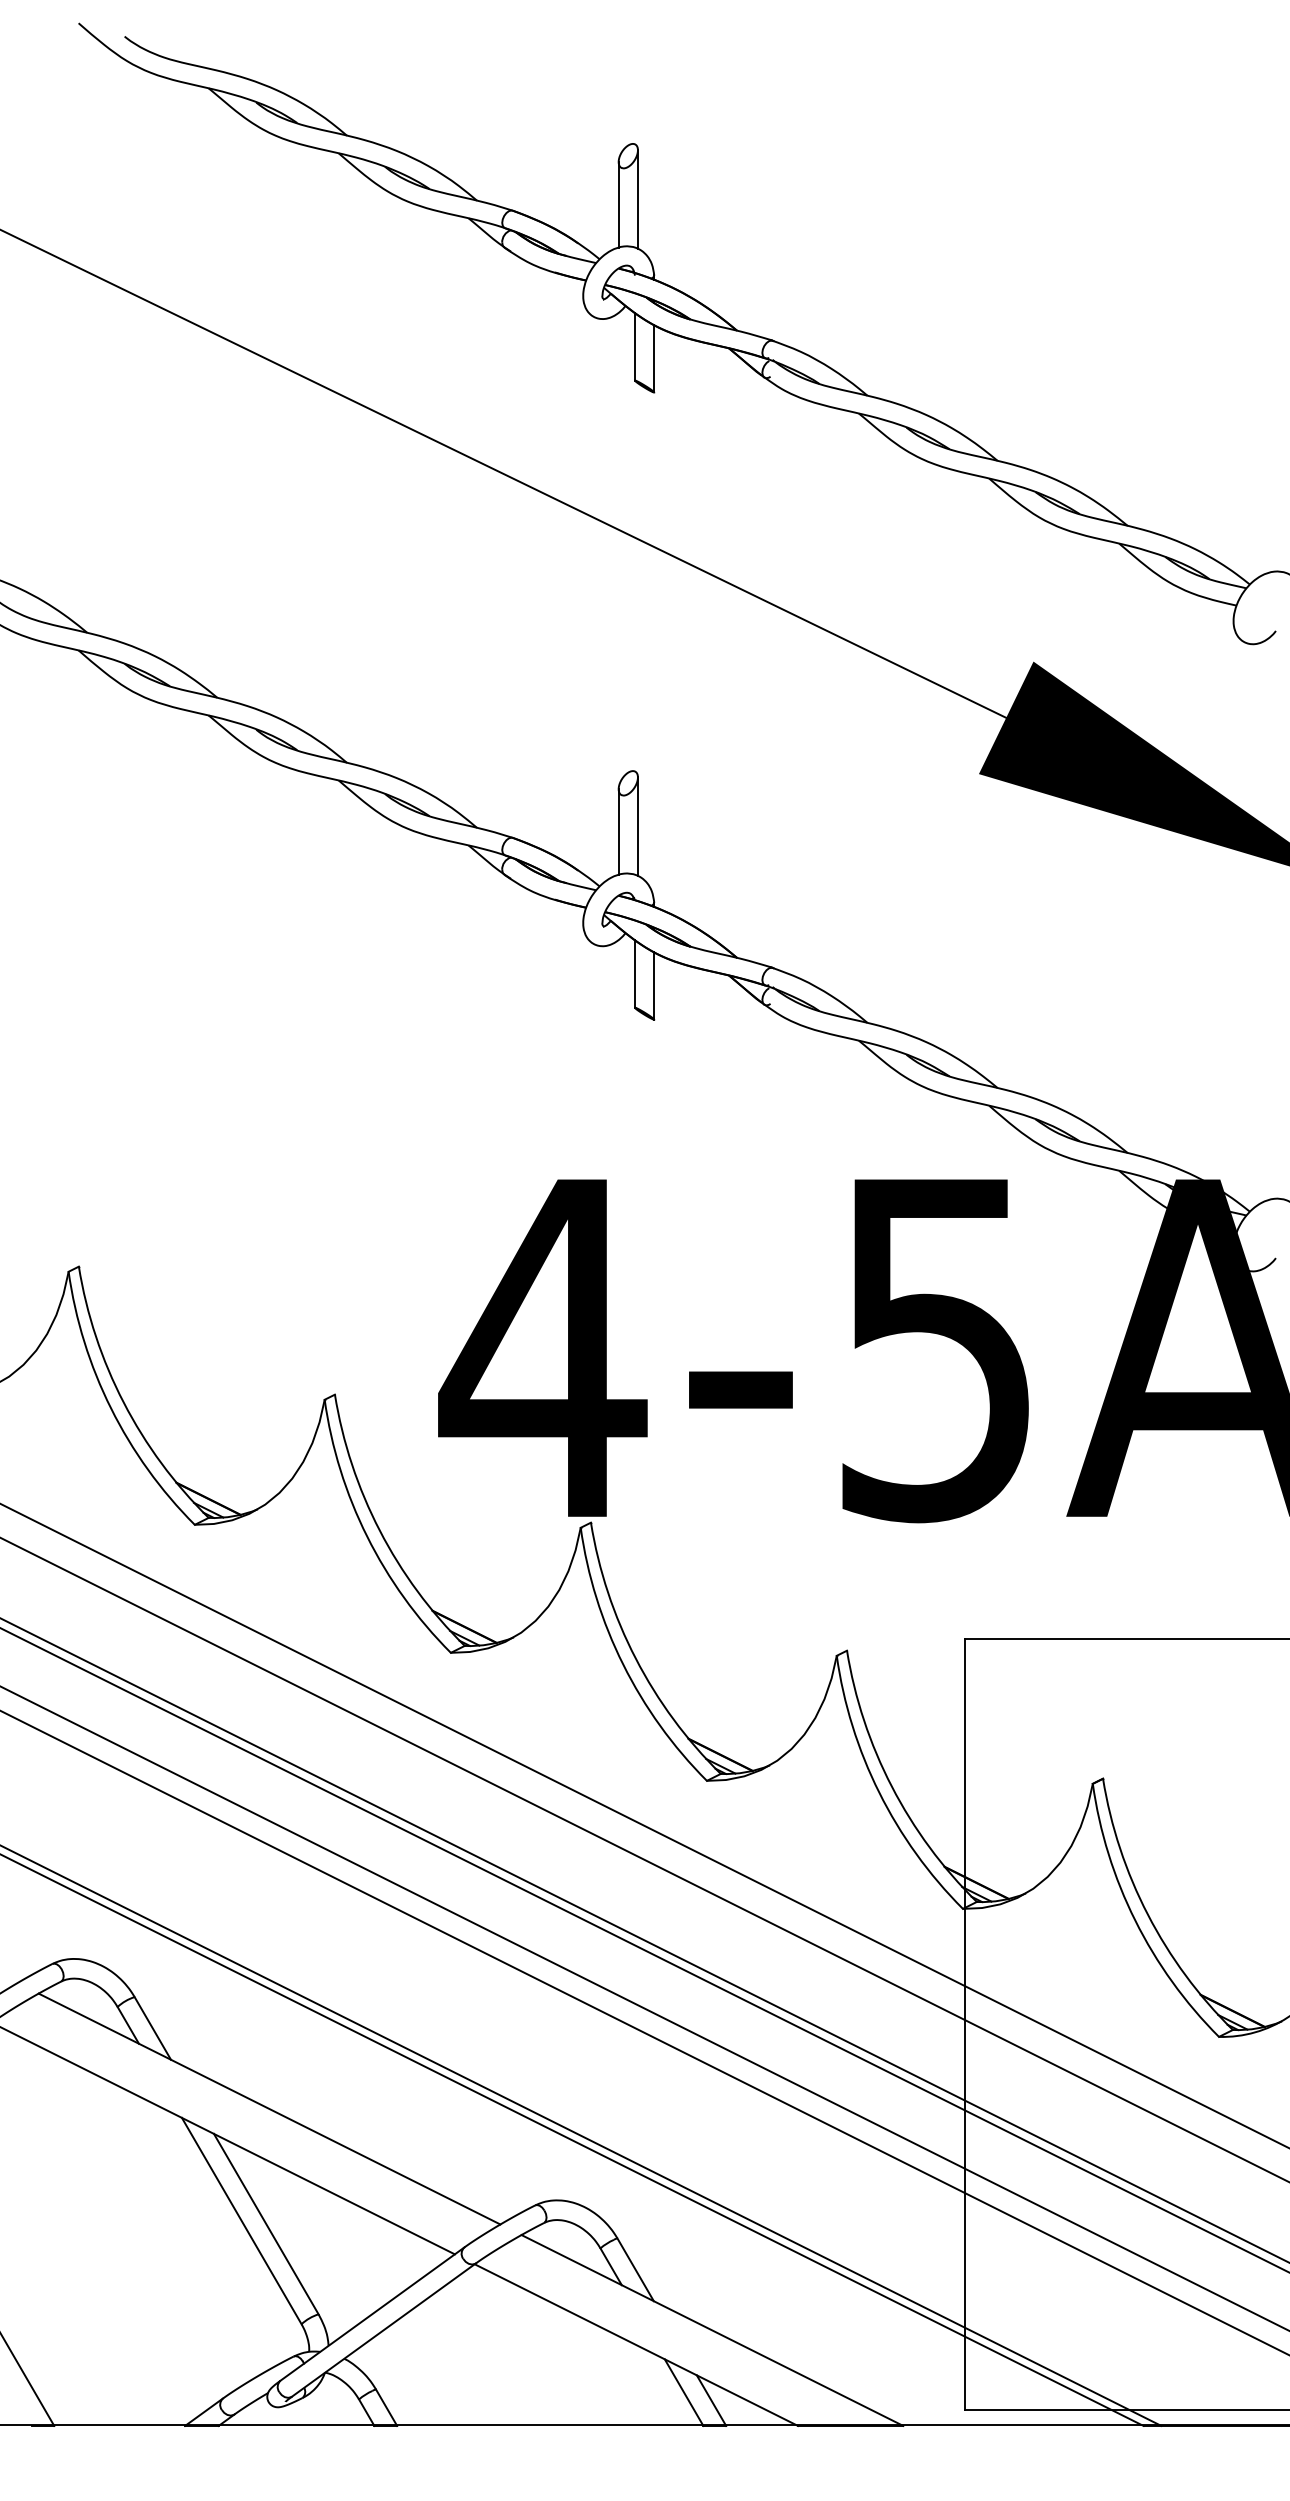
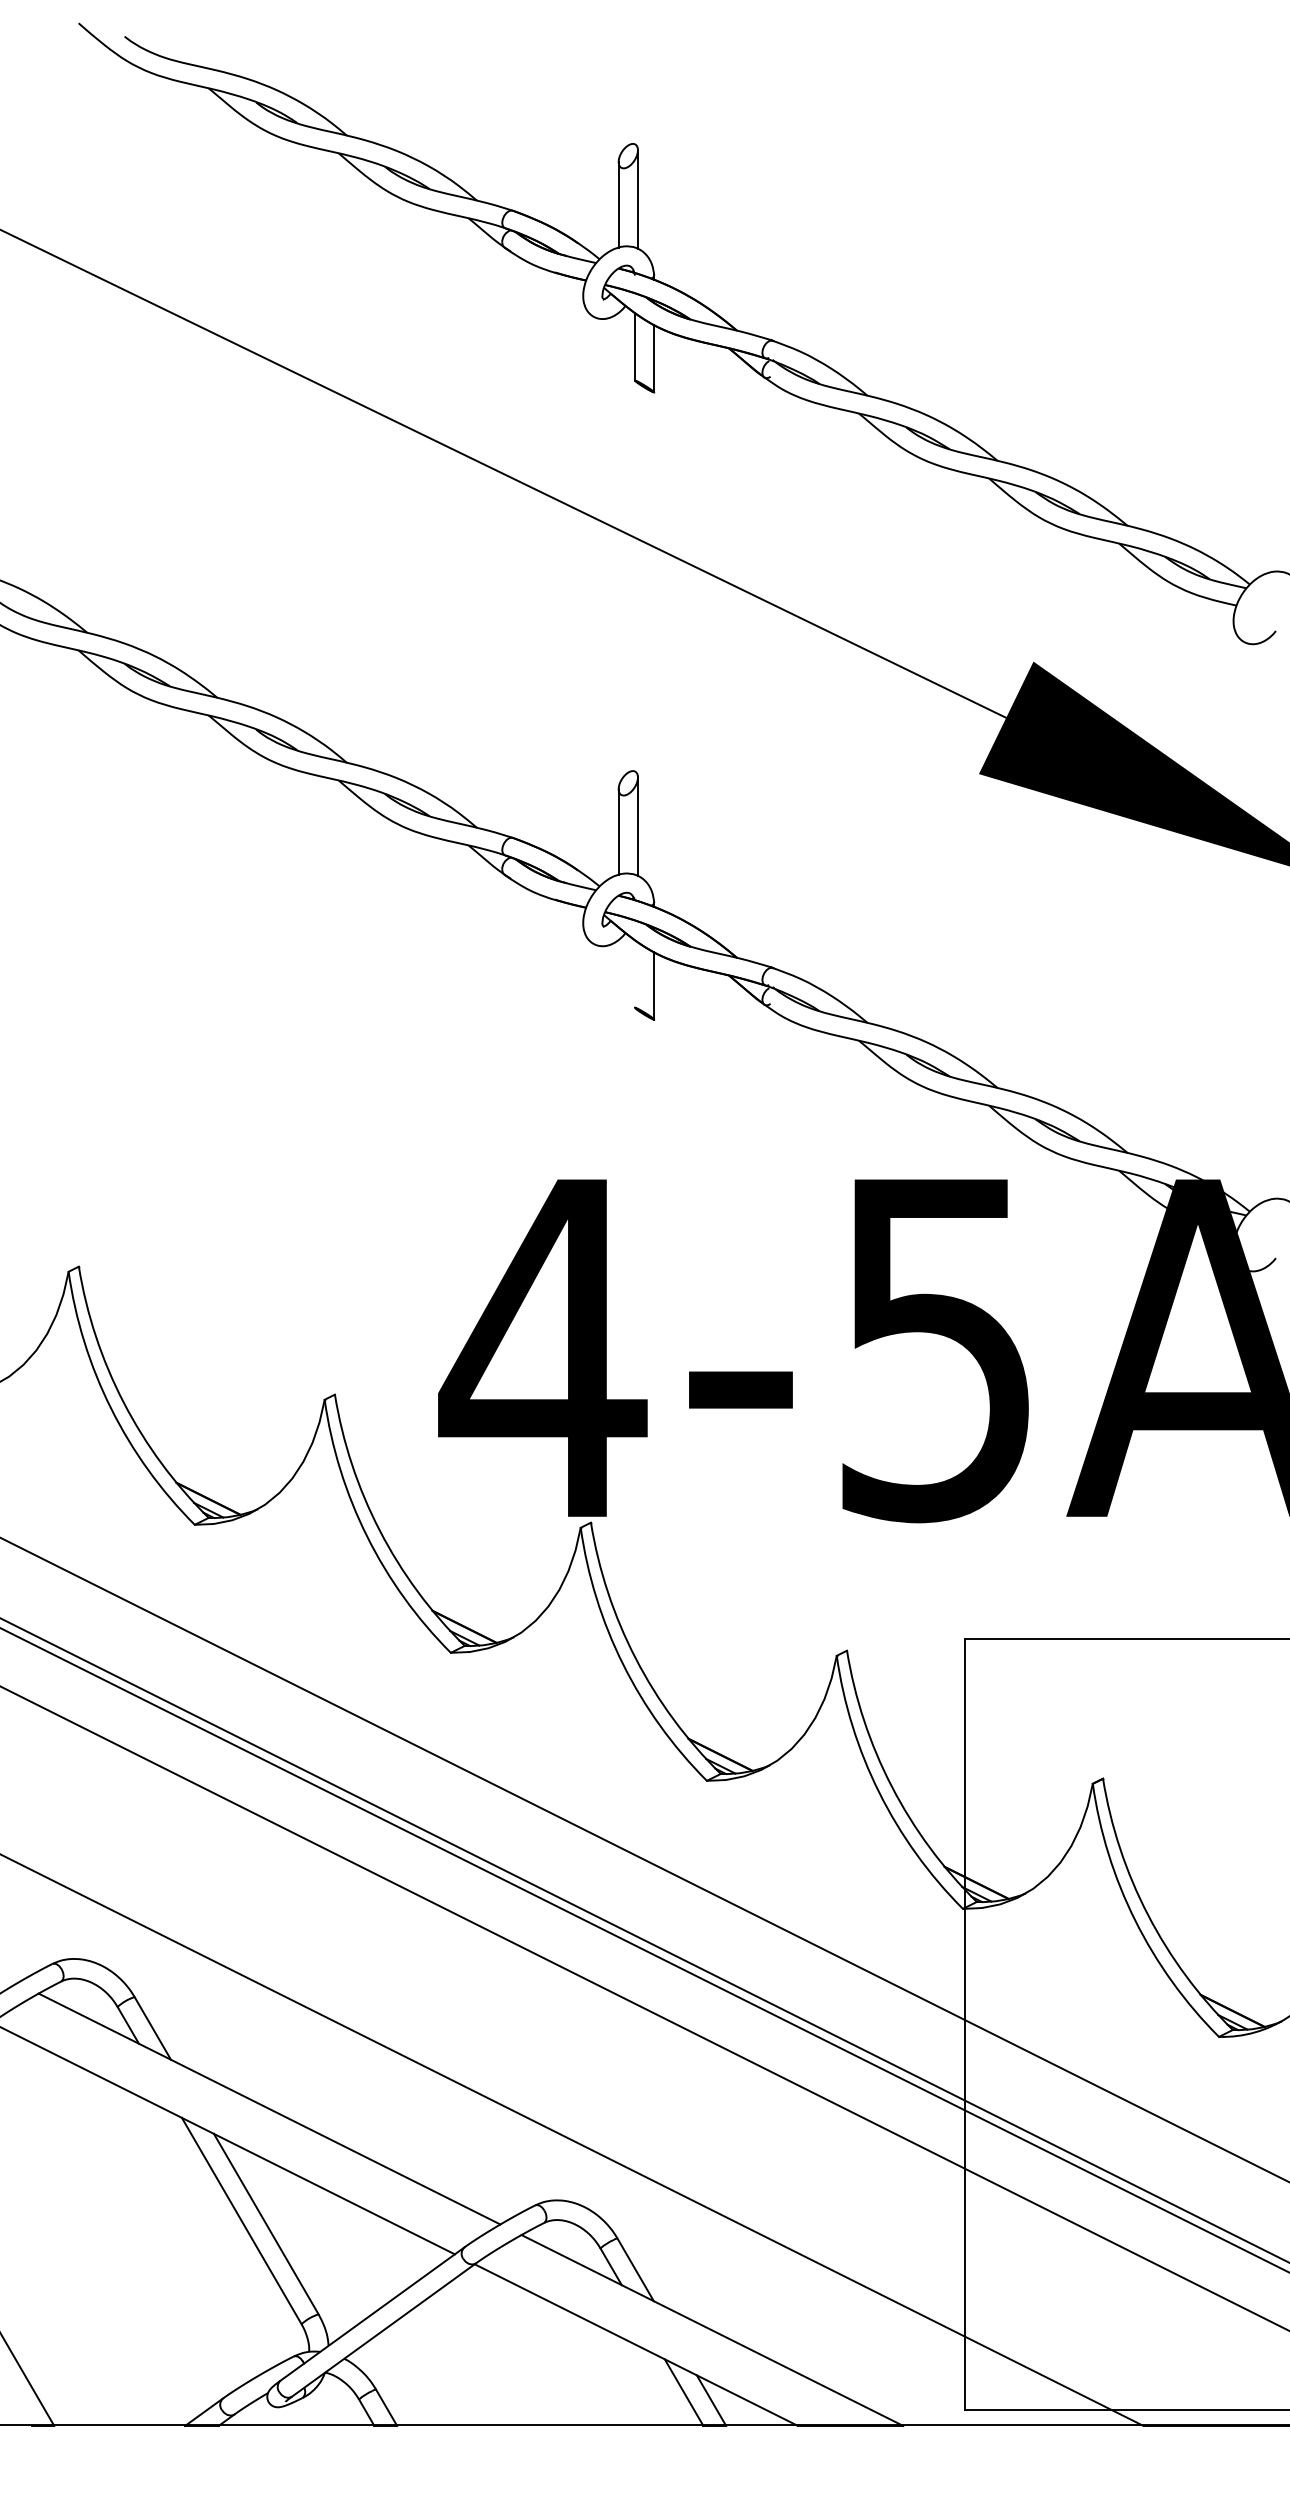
line at (634, 973): present -> none
line at (644, 1825): present -> none
line at (644, 2032): present -> none
line at (581, 2135): present -> none
